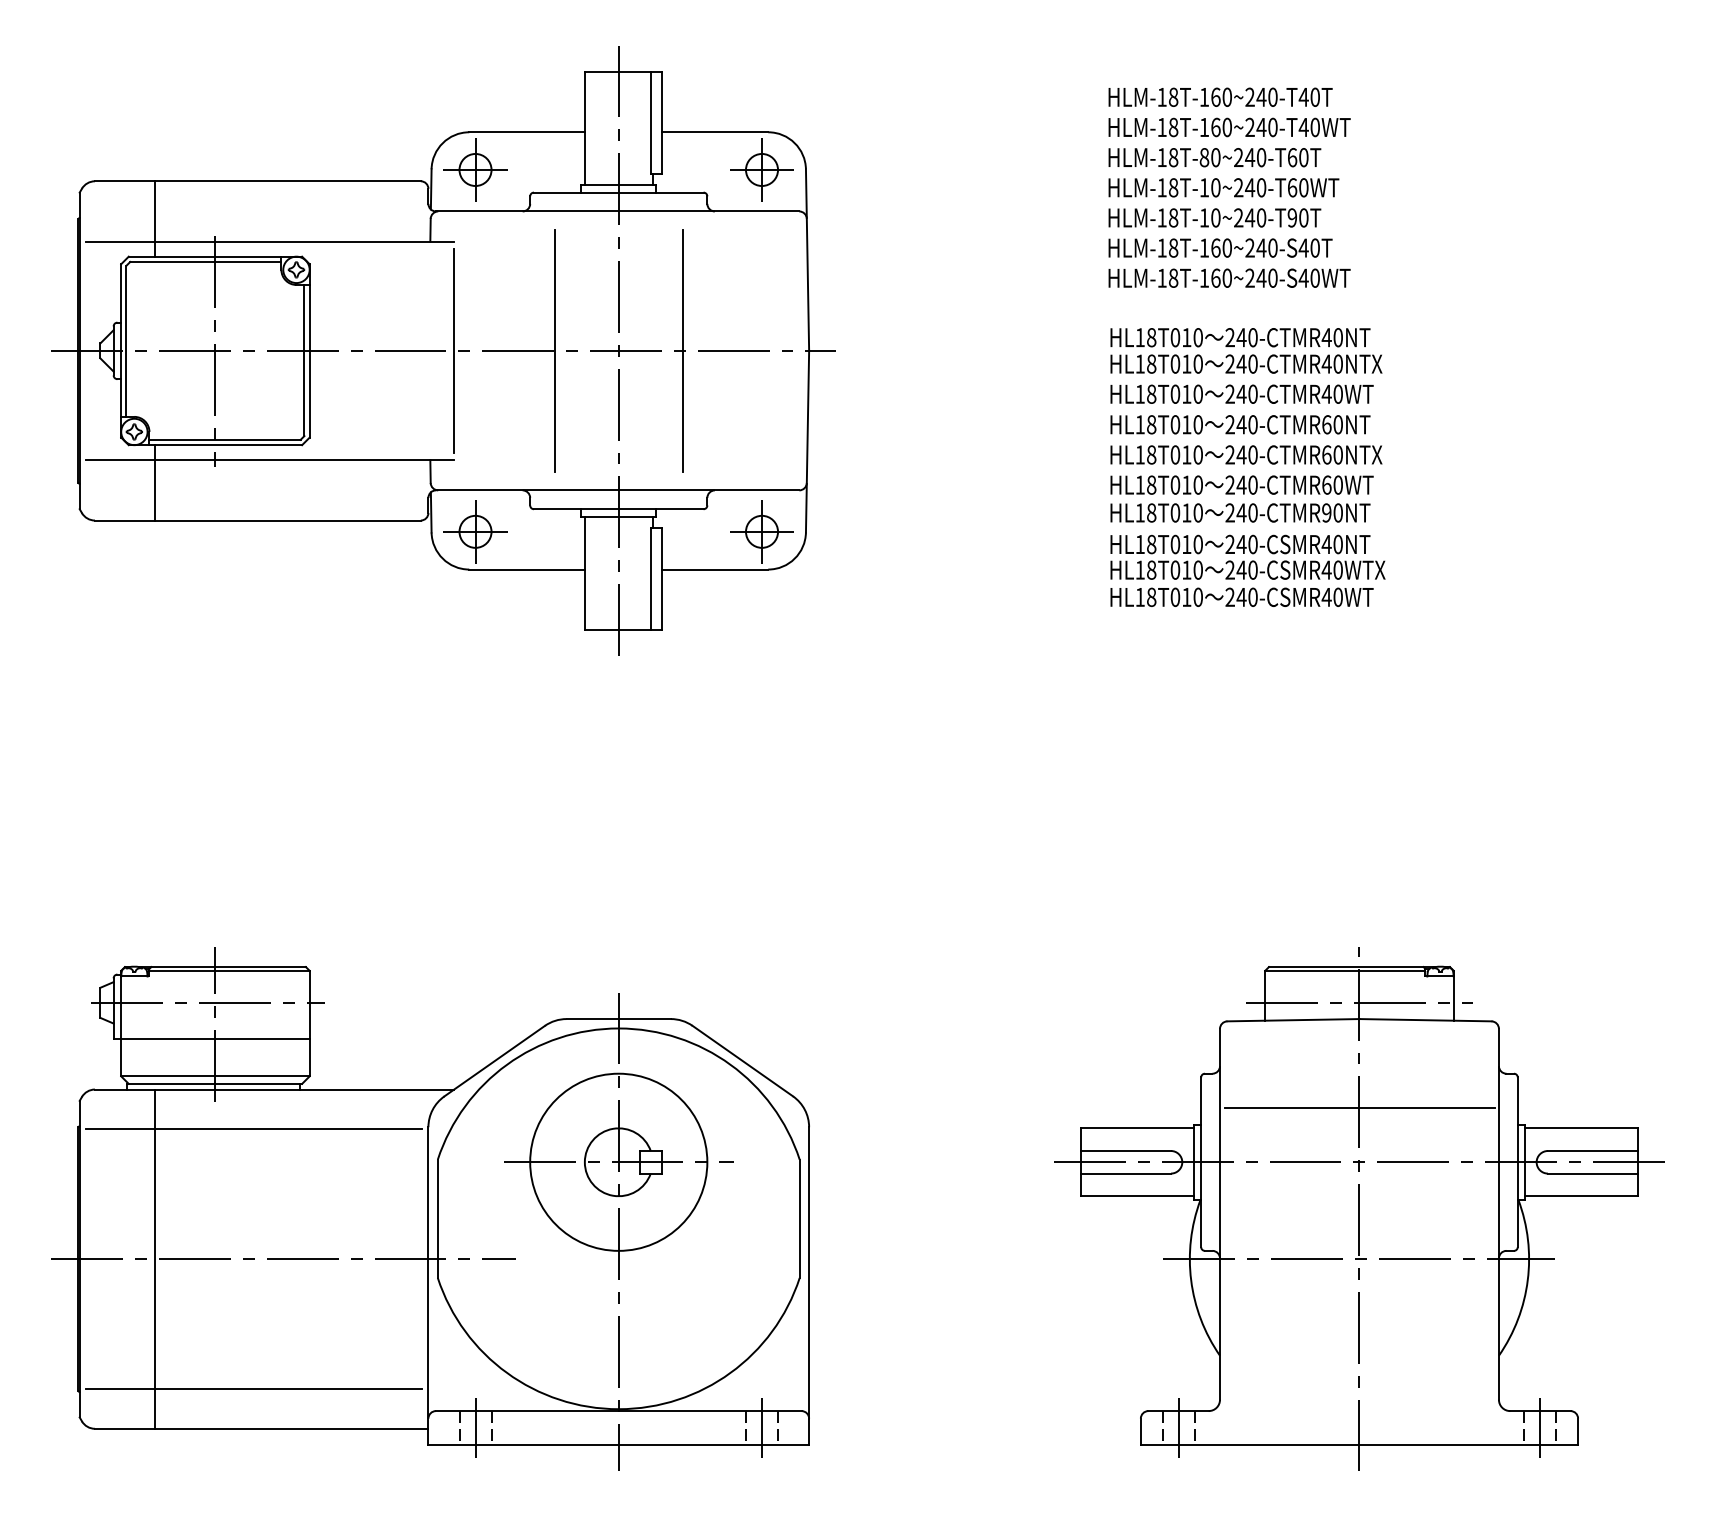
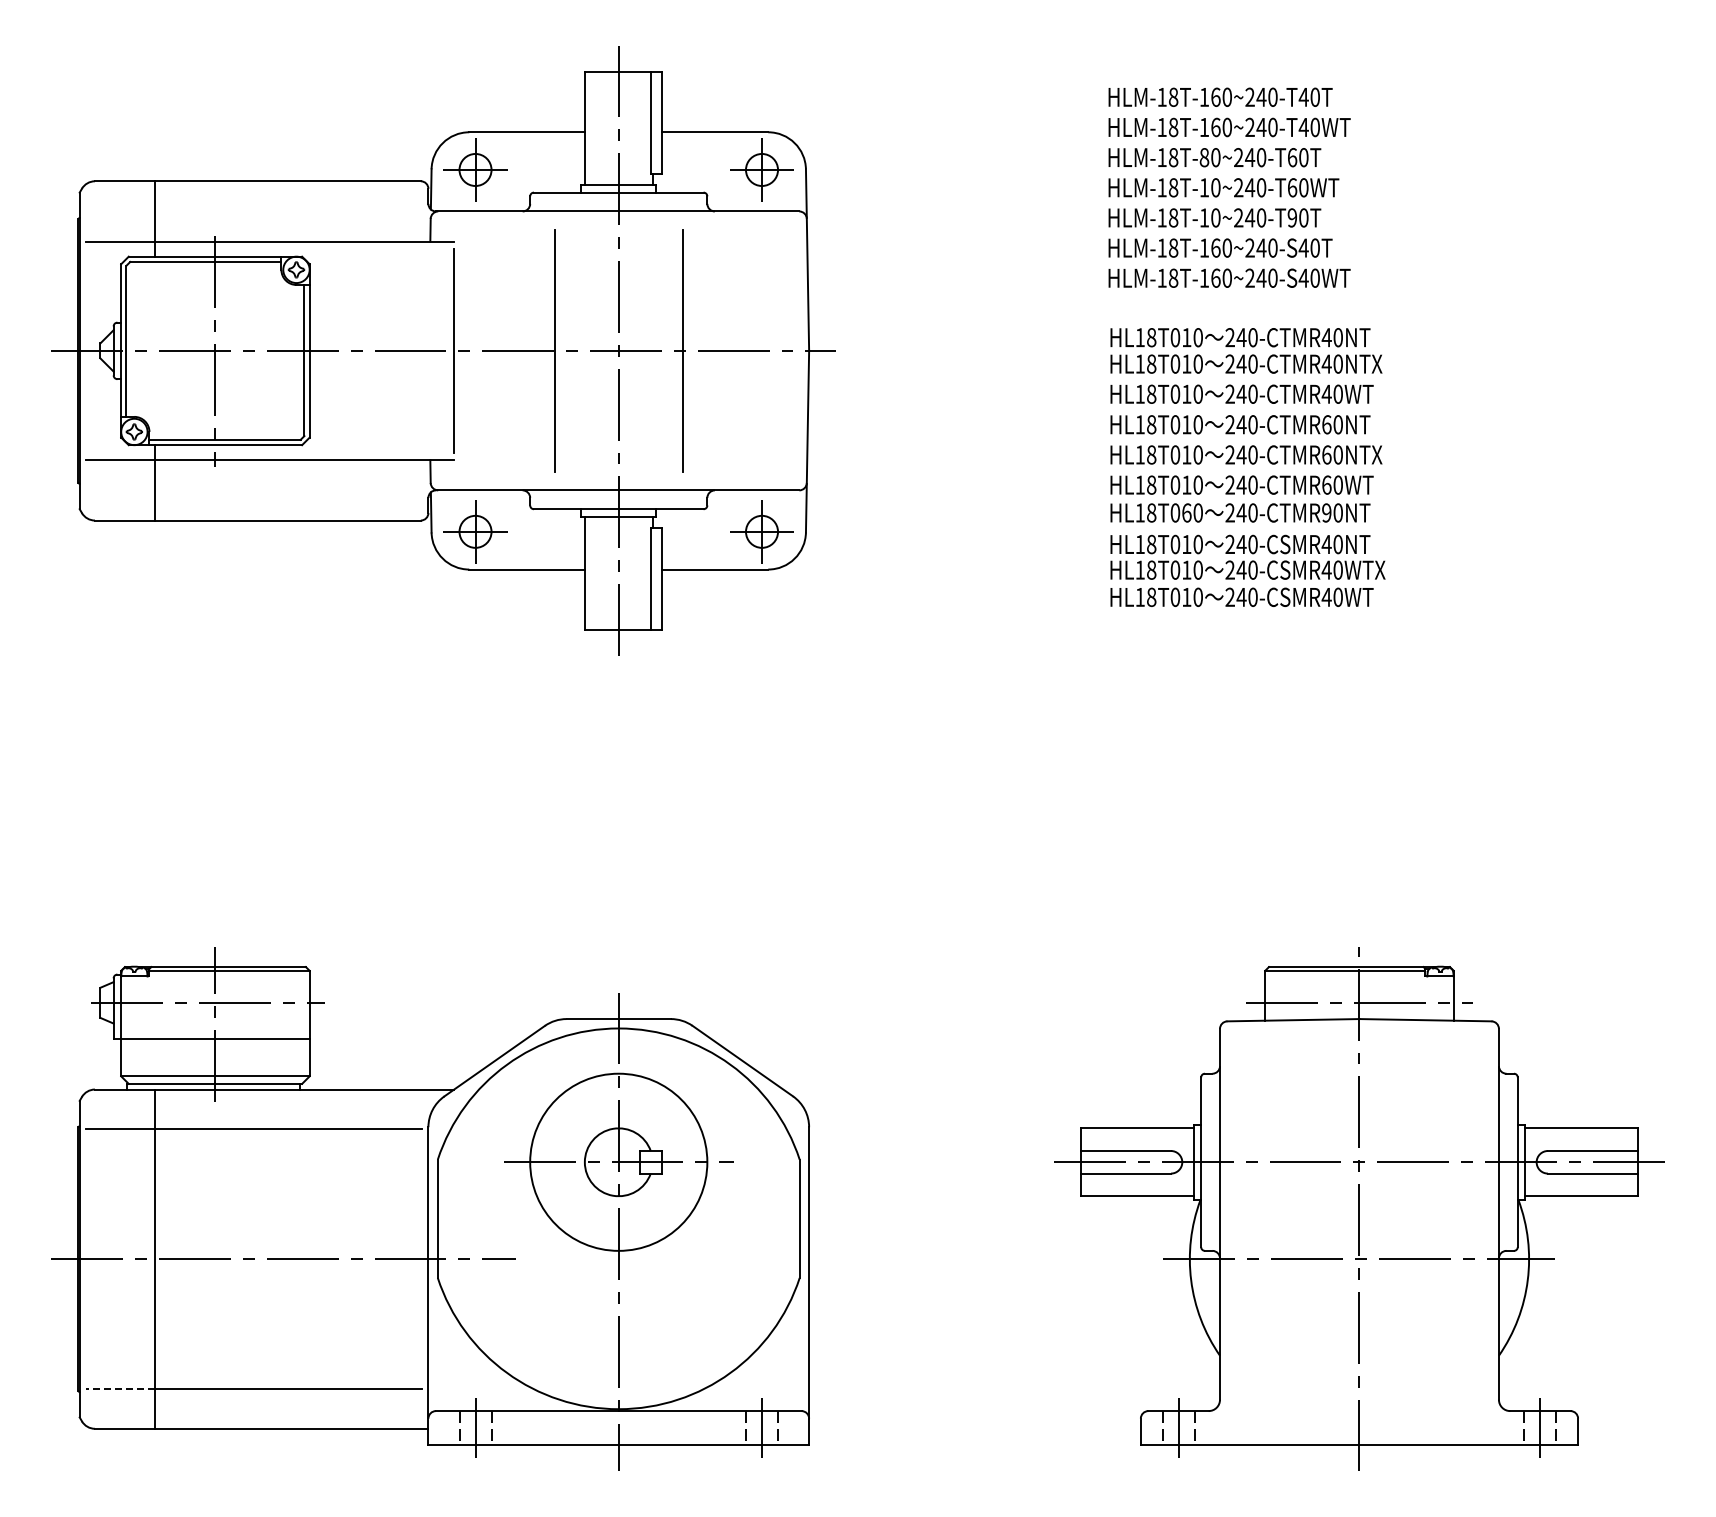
text at (1186, 512): HL18T010 -> HL18T060
line at (1359, 1107): present -> none
line at (120, 1388): solid -> dashed
